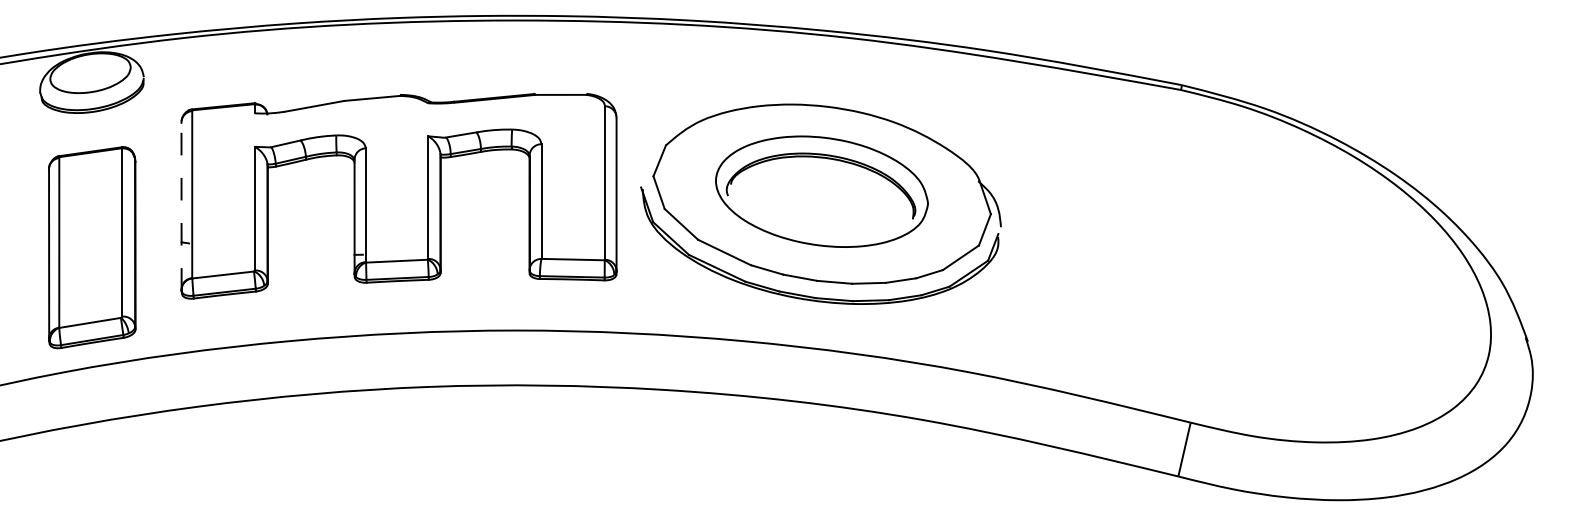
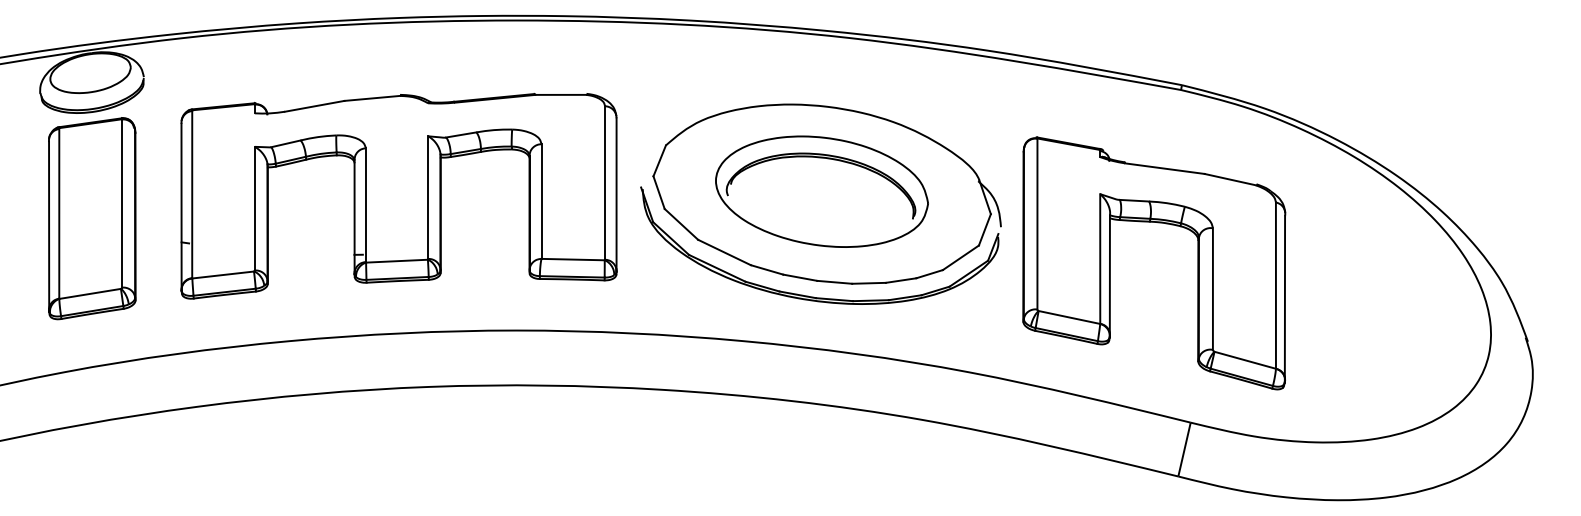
line at (181, 206): dashed -> solid
part at (1157, 223): none -> present
part at (92, 247) position: (92, 247) -> (92, 218)
